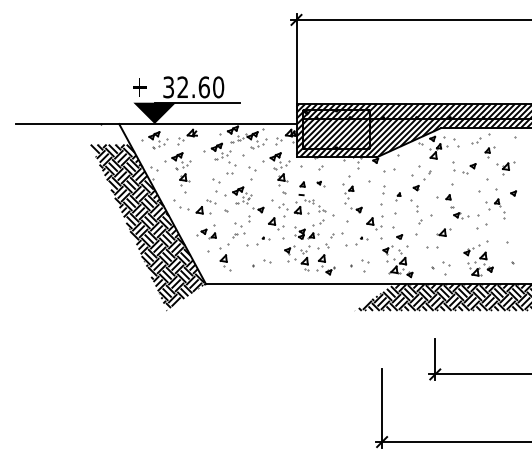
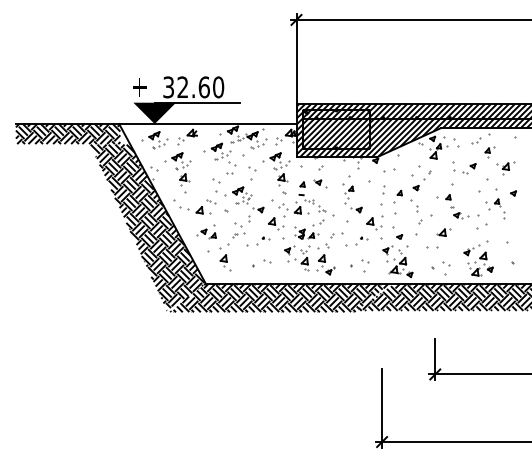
hatch at (67, 134): none -> present
part at (320, 183) size: 10x8 px -> 15x10 px
part at (398, 196) size: 7x10 px -> 10x14 px
hatch at (278, 298): none -> present
